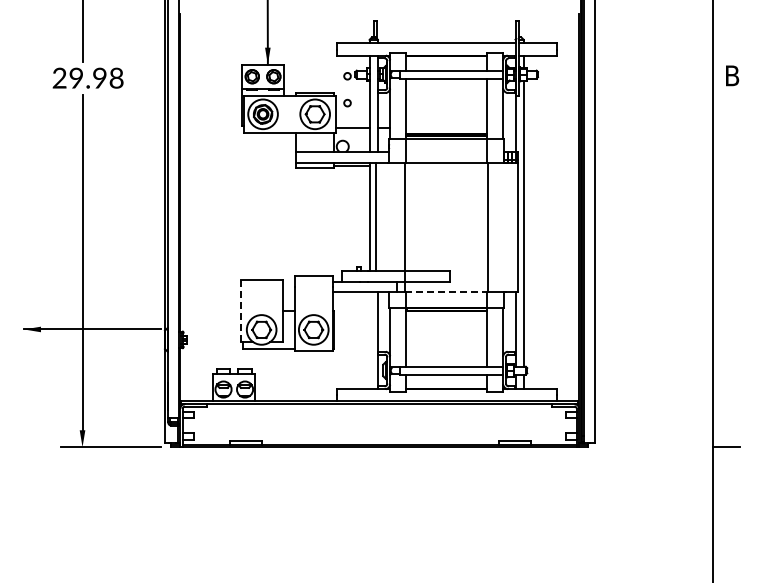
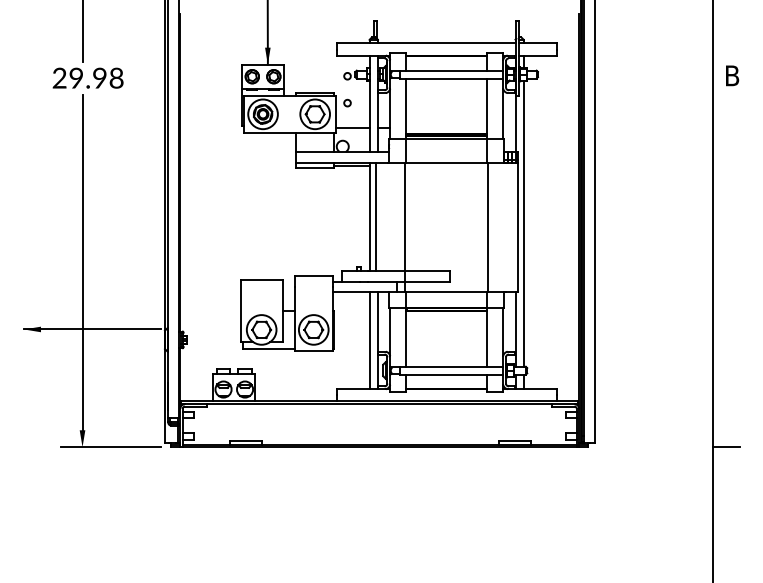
line at (446, 292): dashed -> solid
line at (240, 311): dashed -> solid
line at (369, 340): none -> present
